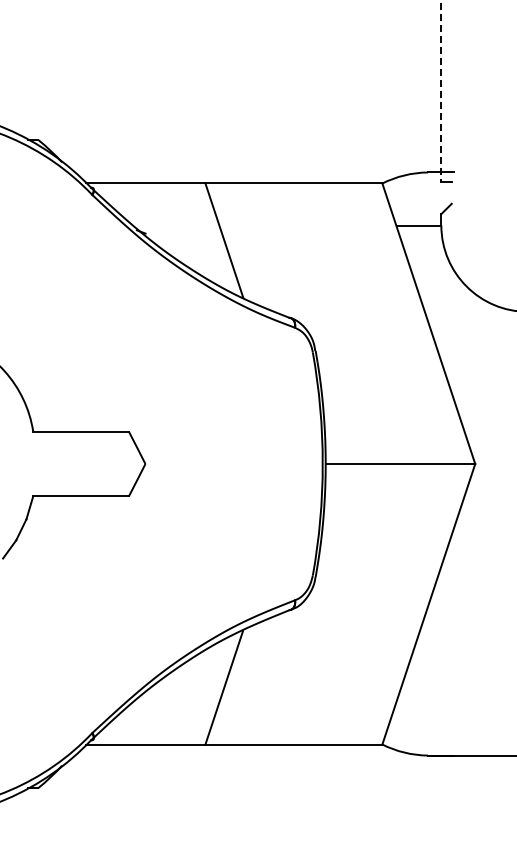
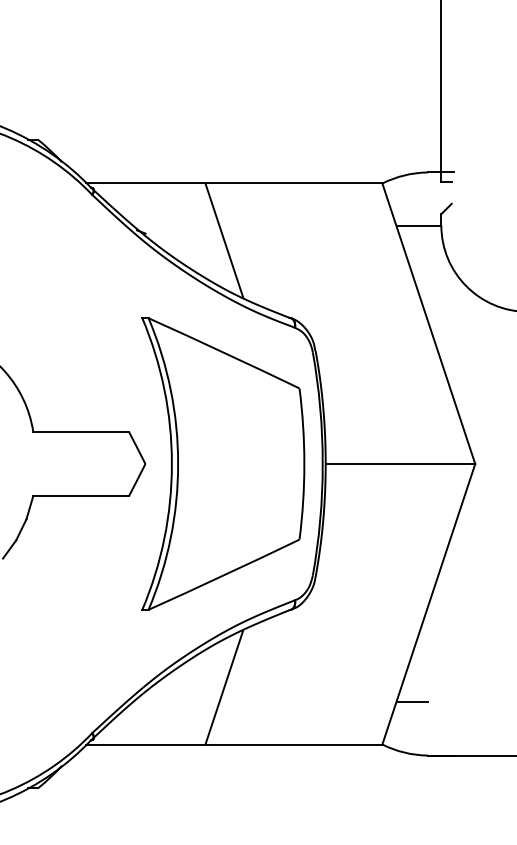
line at (441, 91): dashed -> solid
part at (223, 463): none -> present
line at (412, 701): none -> present
